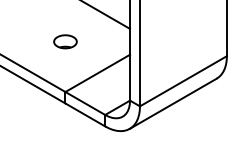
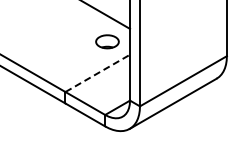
part at (65, 41) position: (65, 41) -> (107, 41)
line at (98, 73): solid -> dashed
